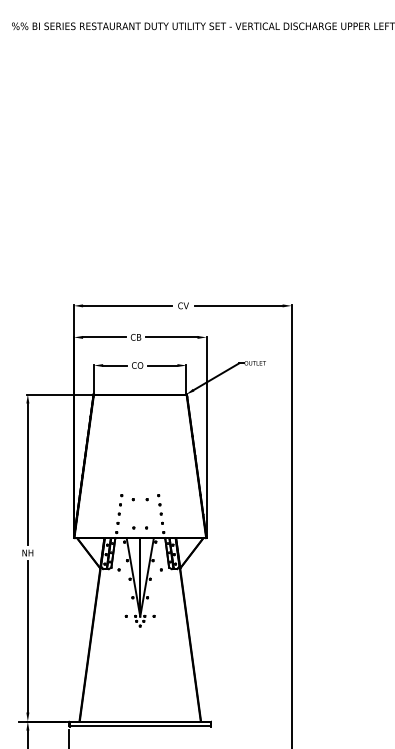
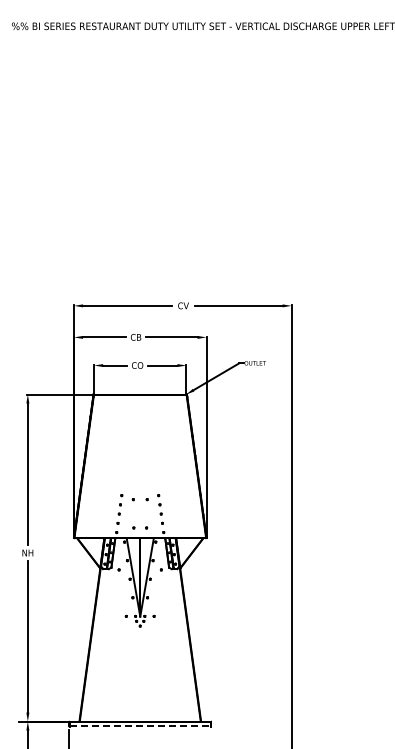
line at (140, 726): solid -> dashed
